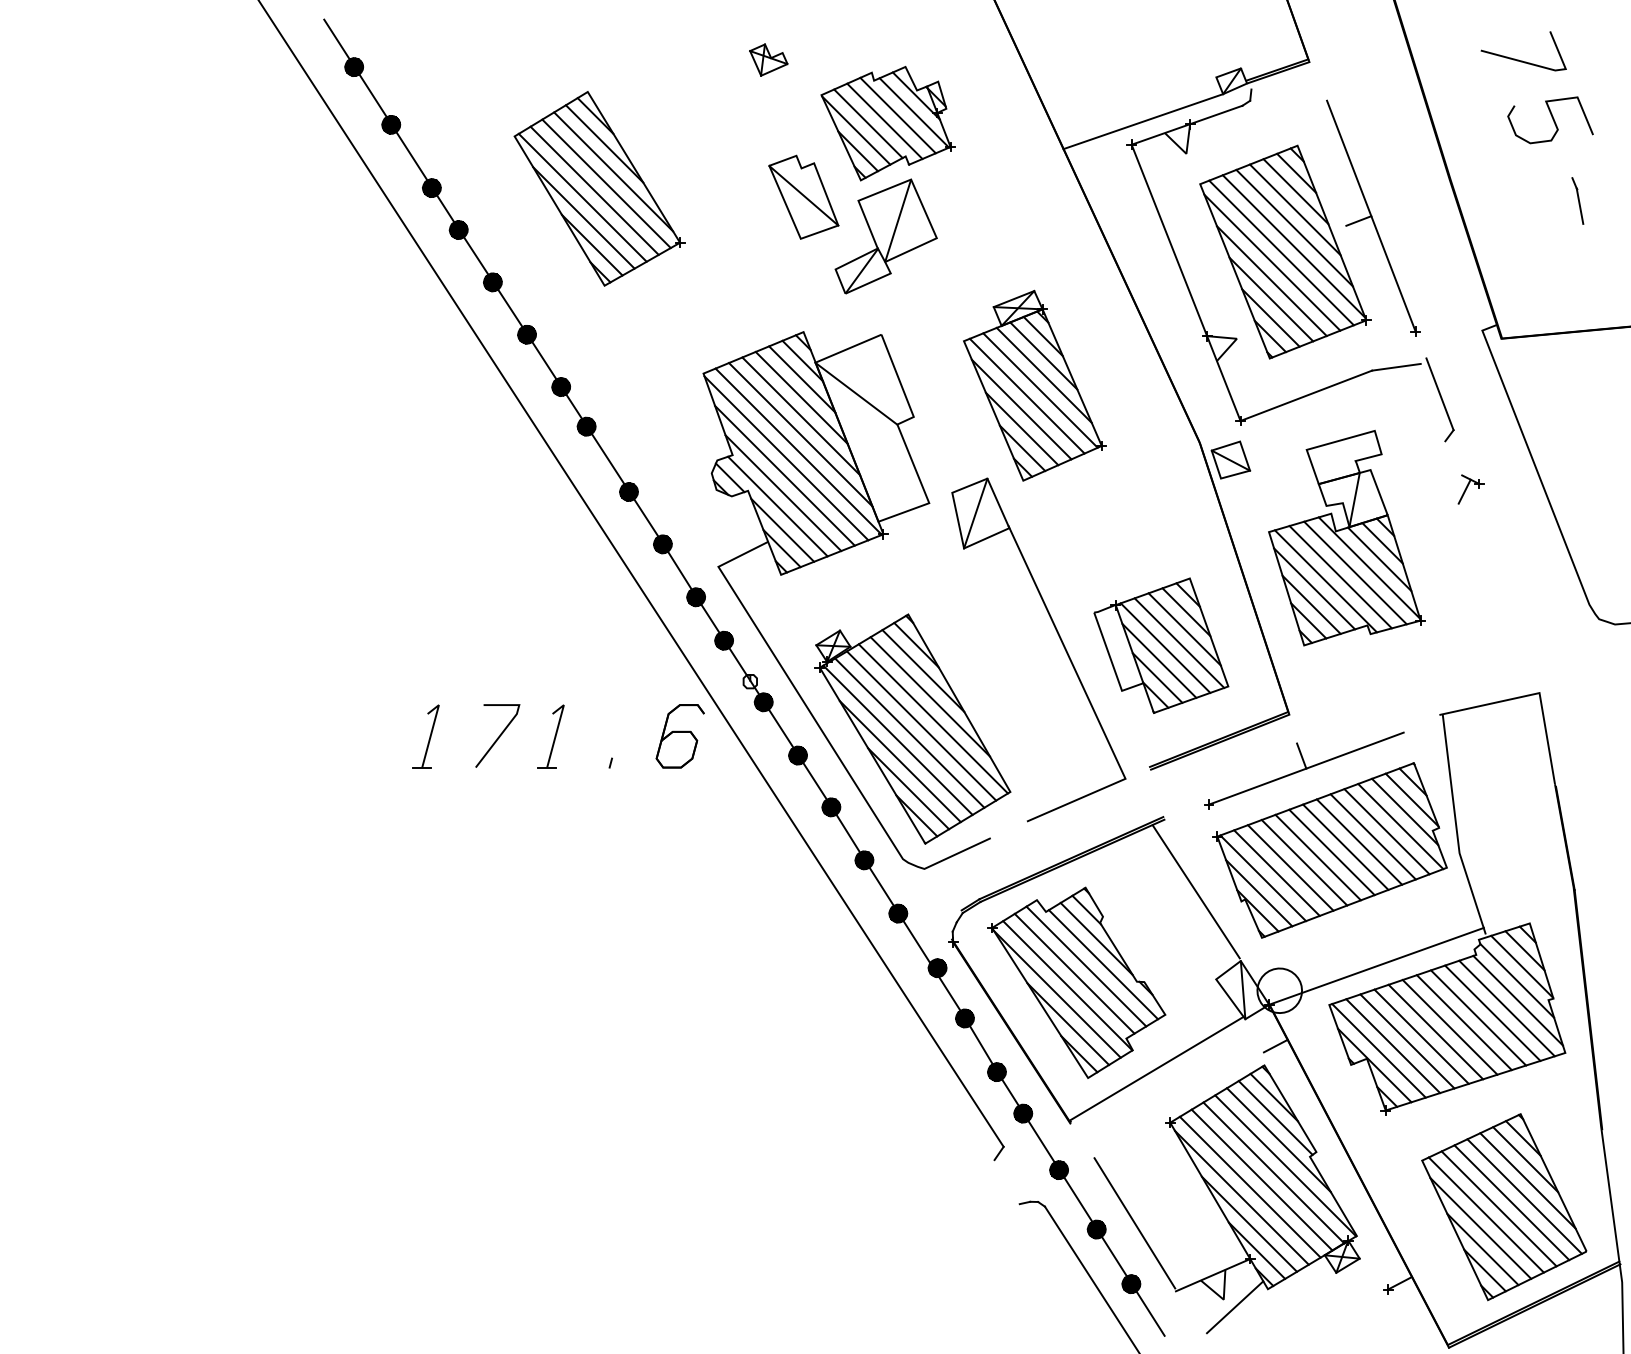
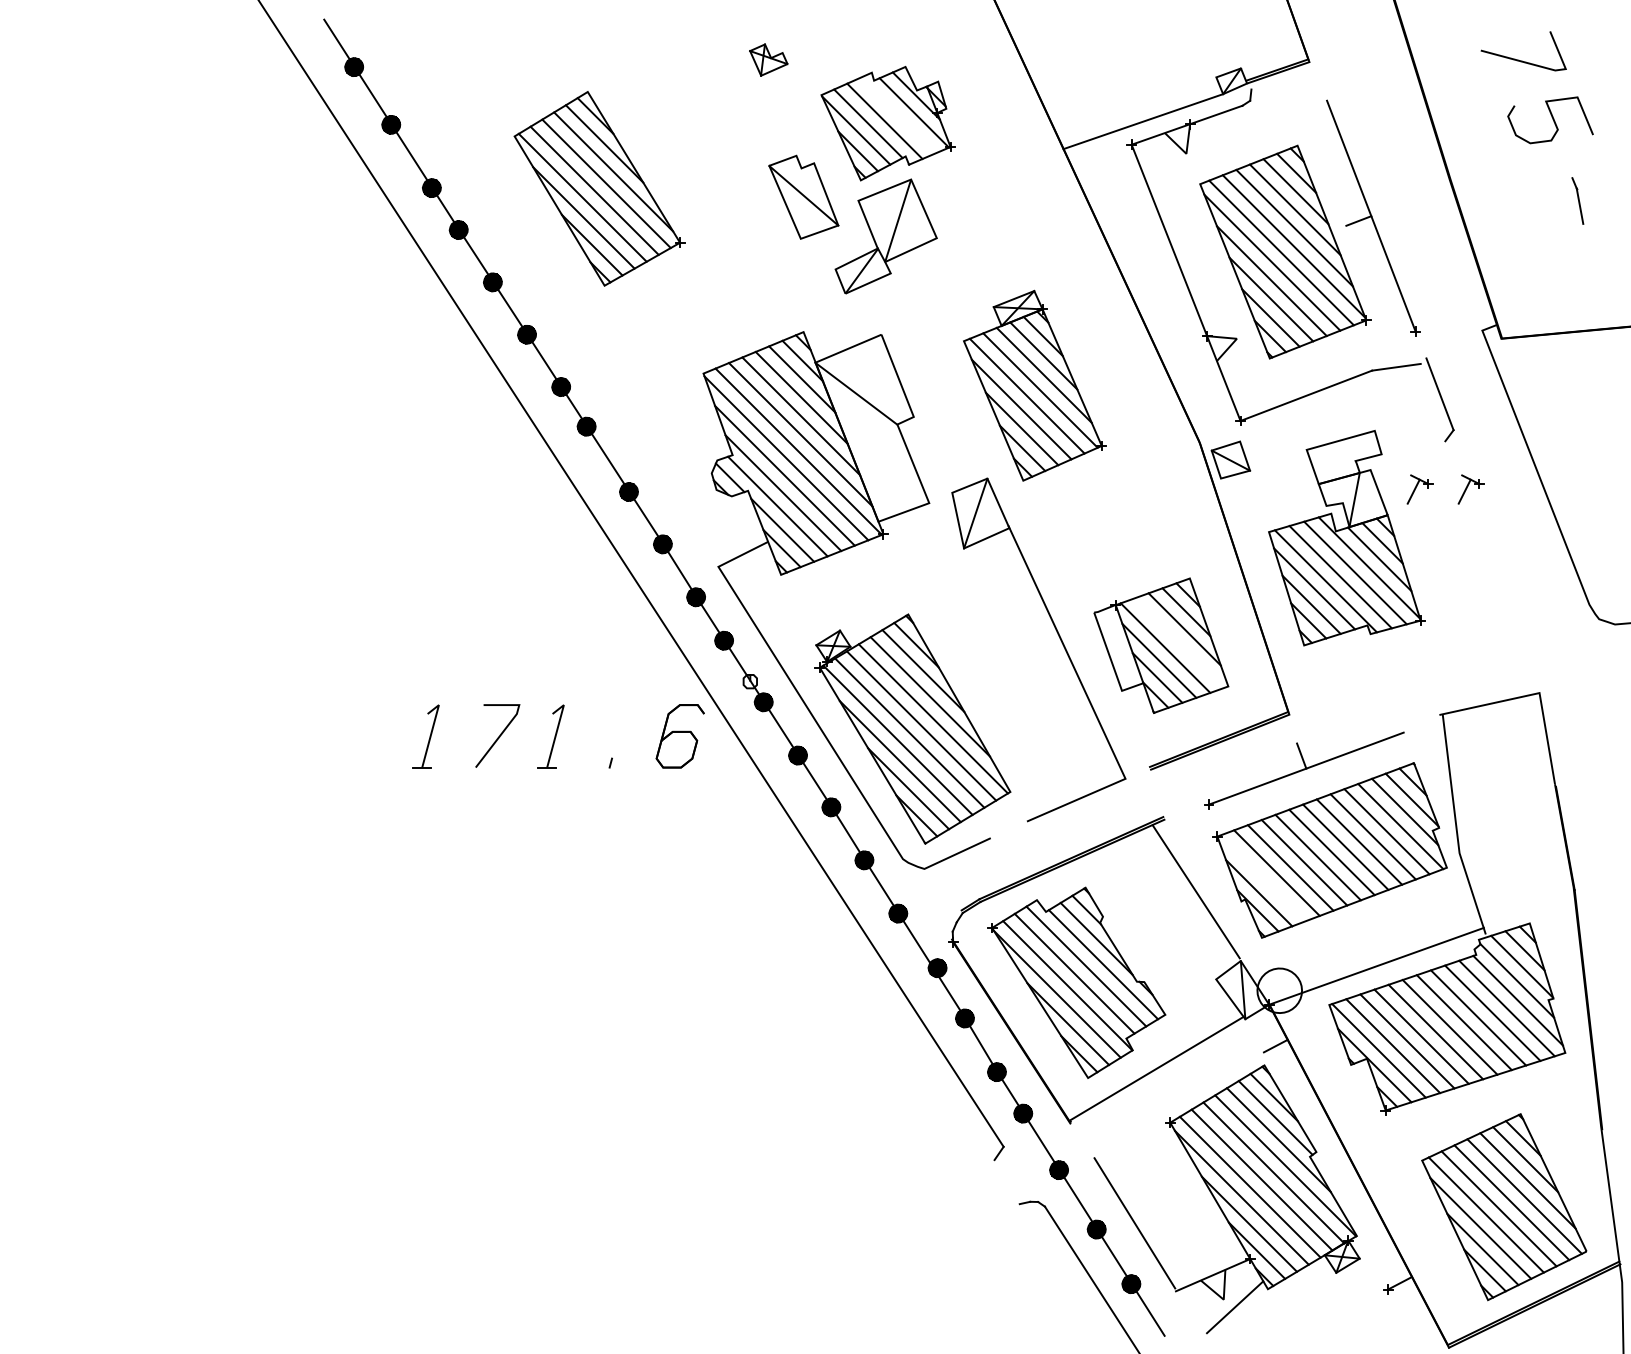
line at (897, 115): present -> none
part at (1419, 489): none -> present
line at (1179, 642): present -> none
line at (1263, 878): present -> none
